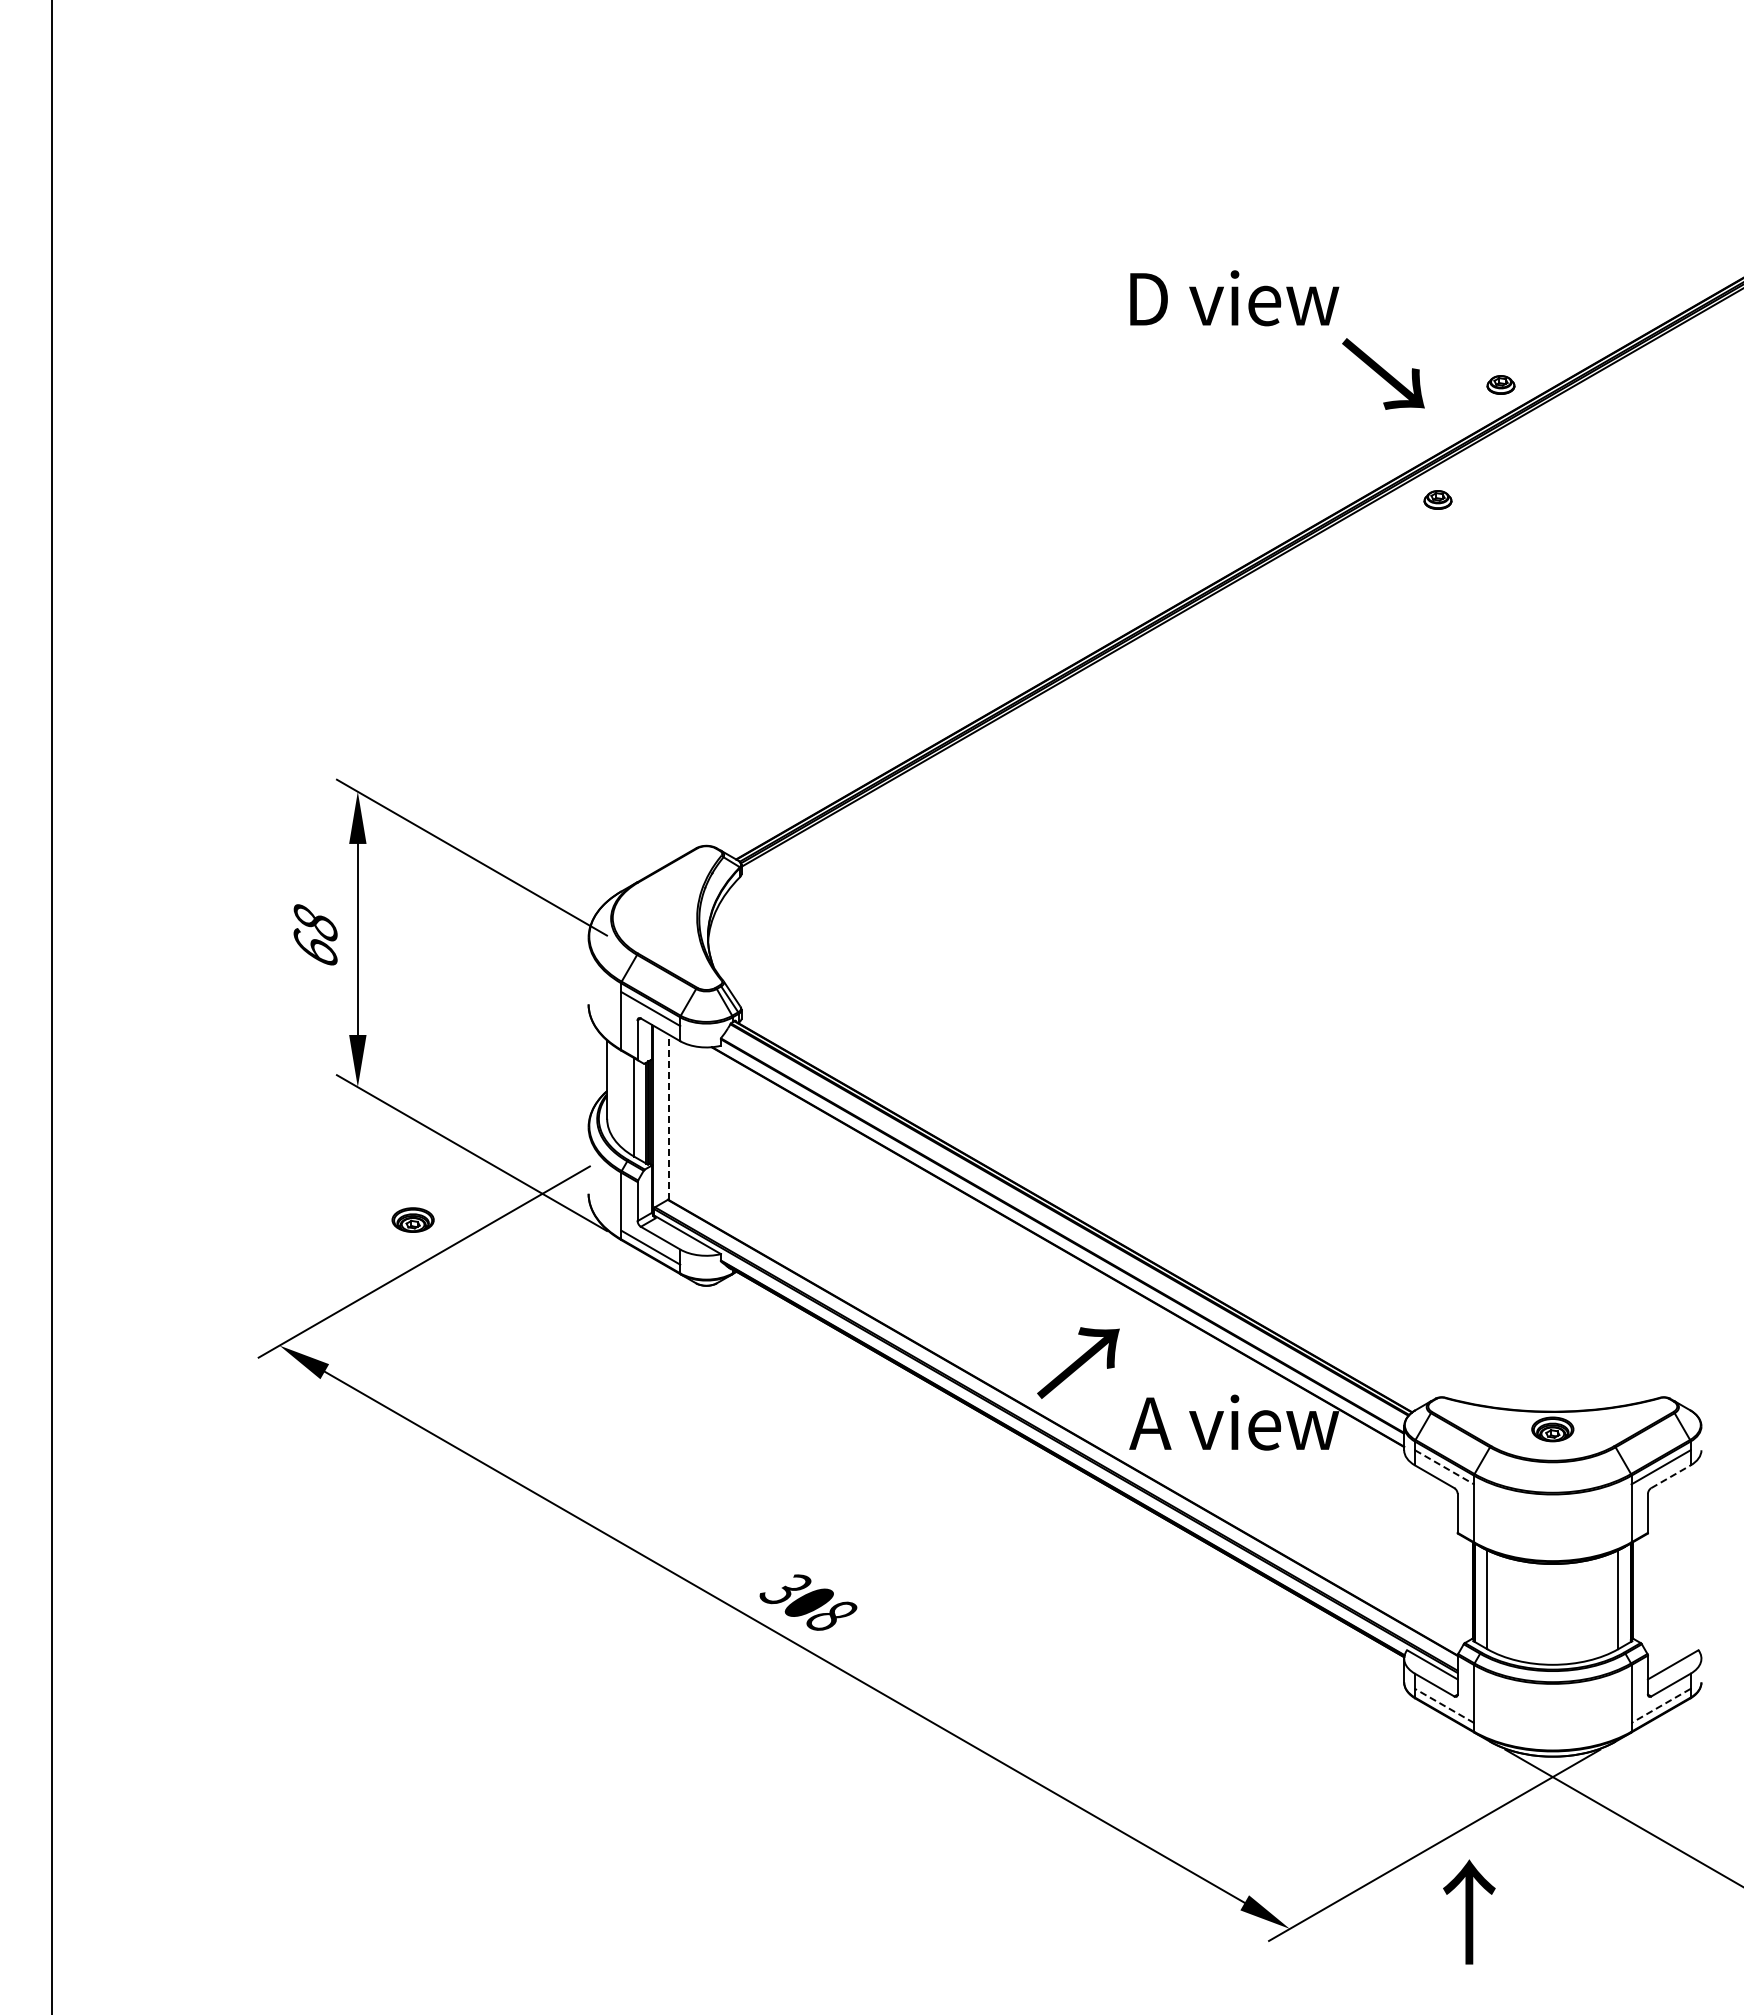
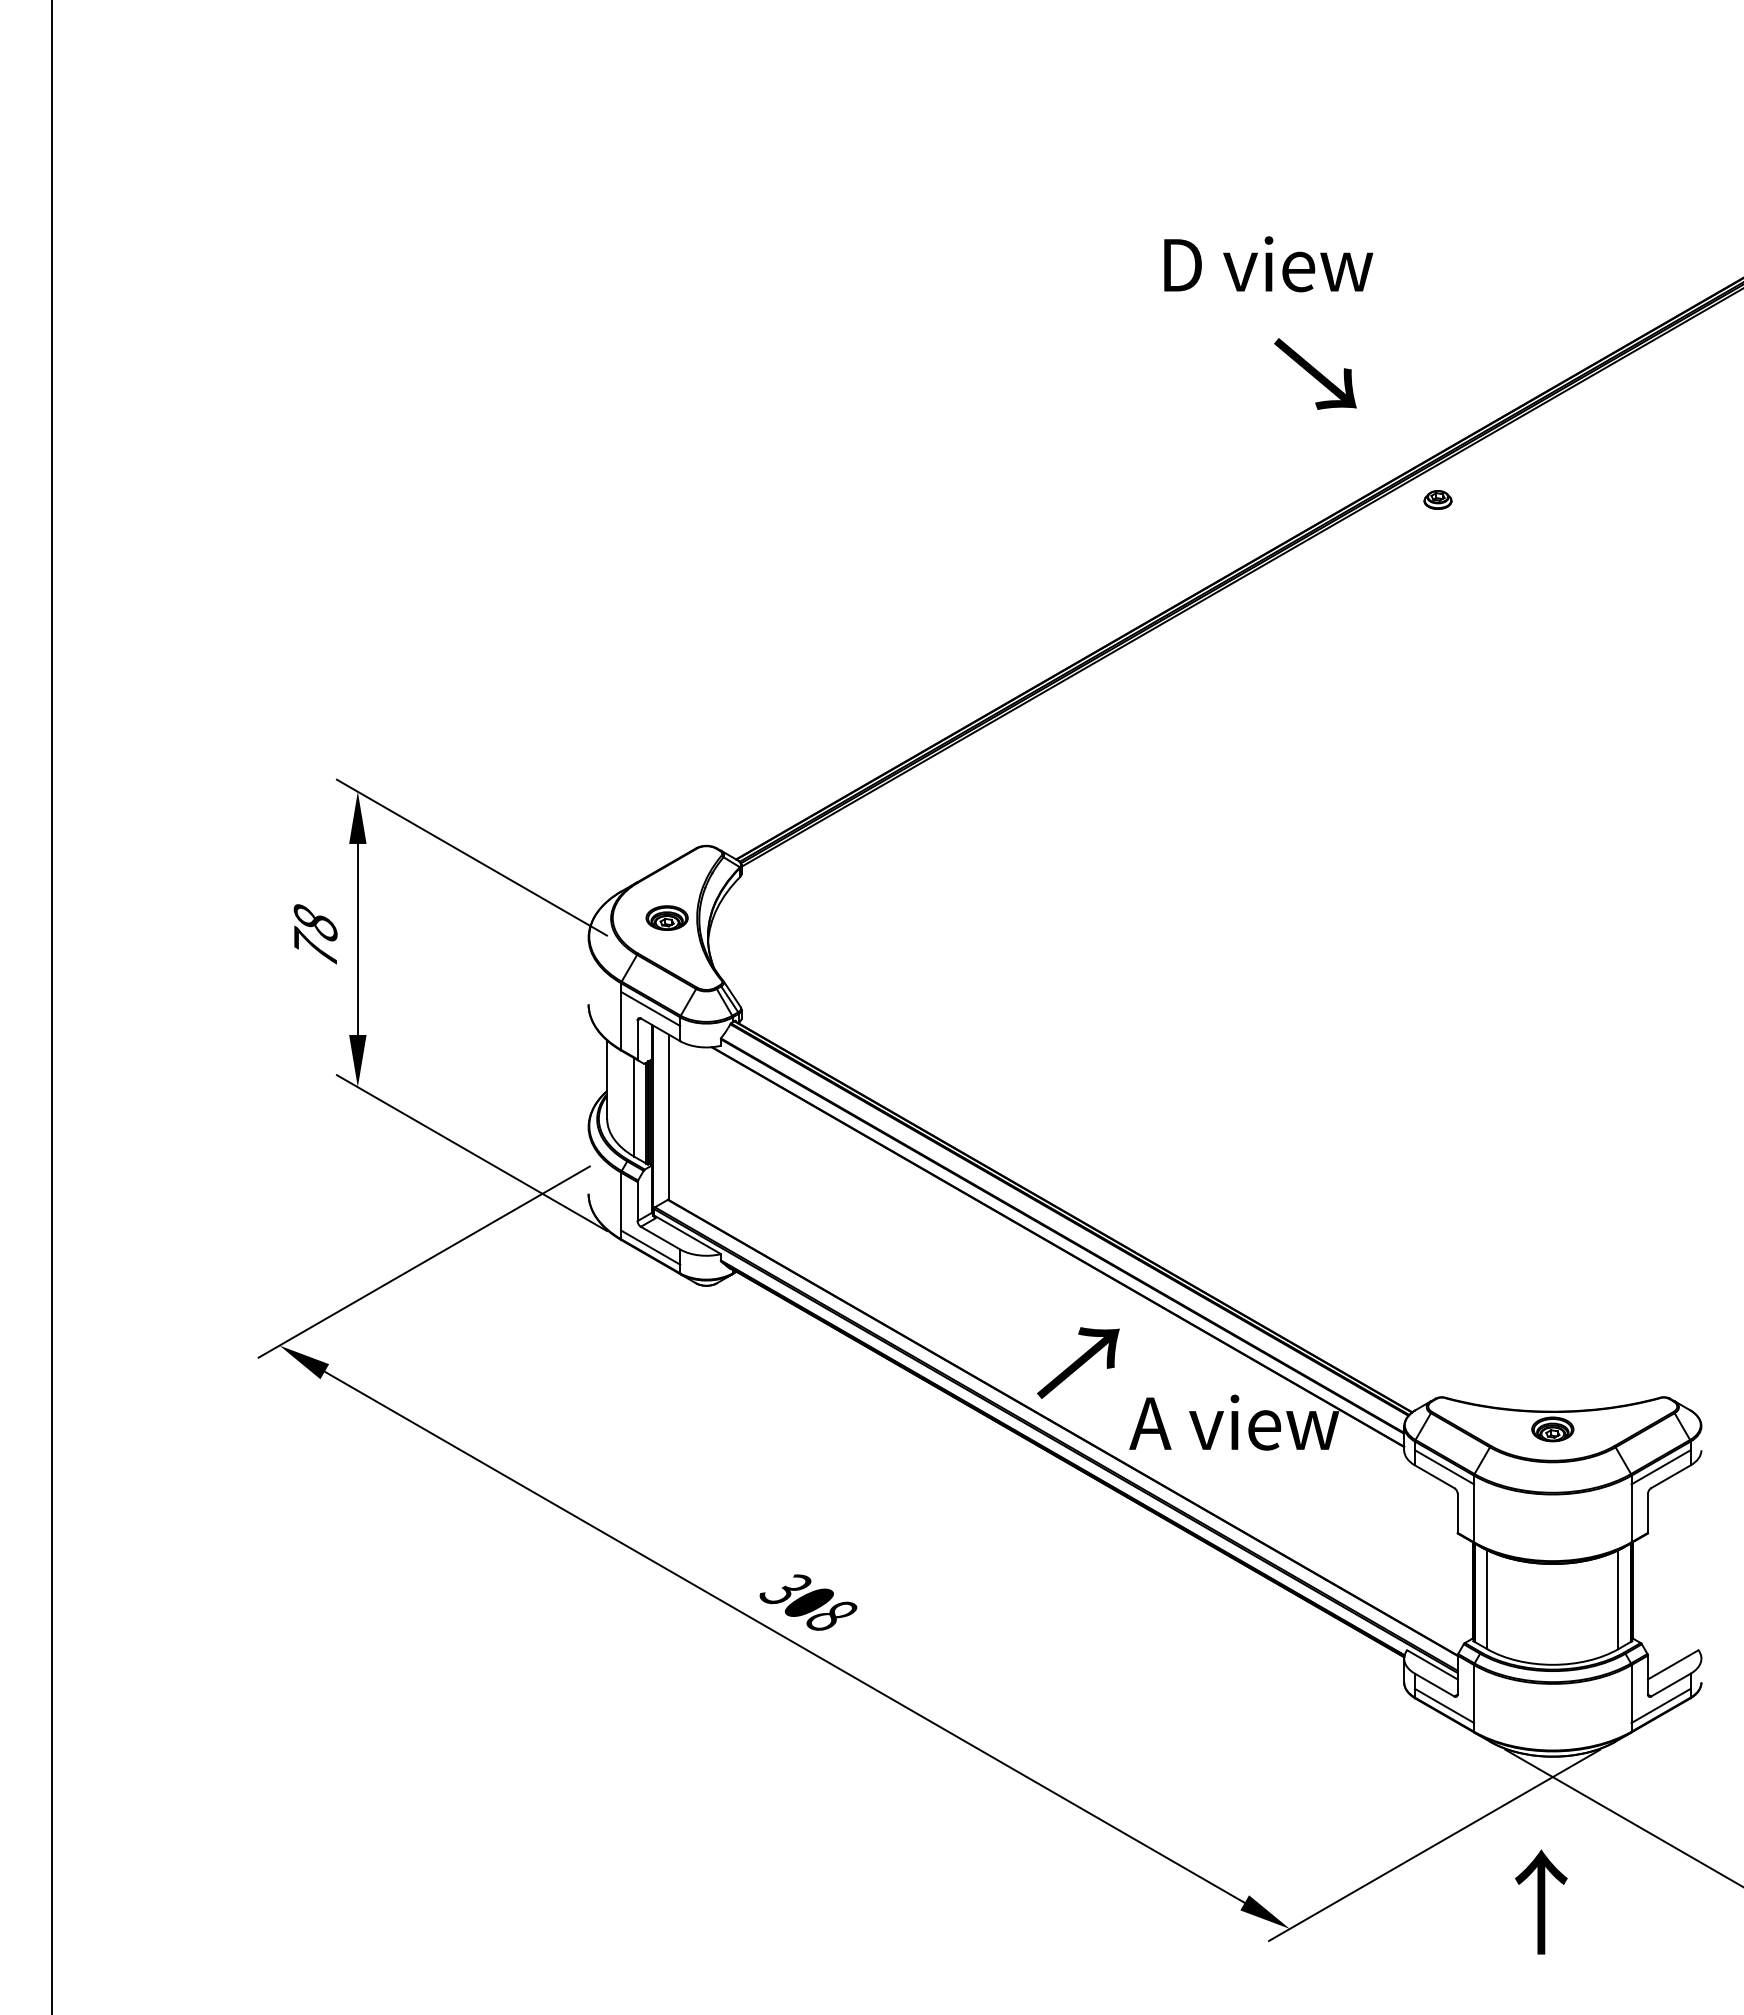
text at (1234, 298) position: (1234, 298) -> (1268, 264)
text at (1383, 373) position: (1383, 373) -> (1315, 373)
part at (1500, 384): present -> none
text at (315, 945): 68 -> 78
line at (668, 1117): dashed -> solid
part at (412, 1219) position: (412, 1219) -> (666, 917)
line at (1445, 1467): dashed -> solid
line at (1670, 1476): dashed -> solid
line at (1444, 1705): dashed -> solid
line at (1660, 1706): dashed -> solid
text at (1469, 1911) position: (1469, 1911) -> (1541, 1901)
